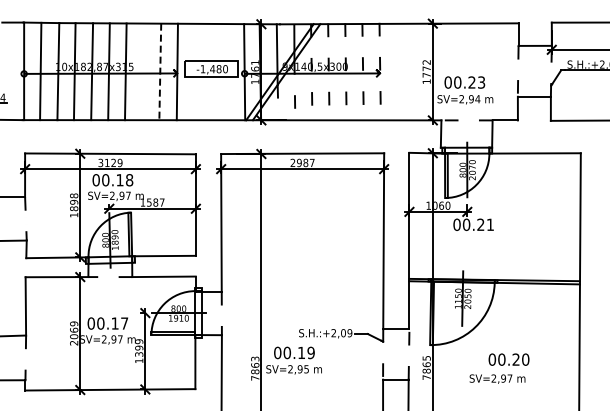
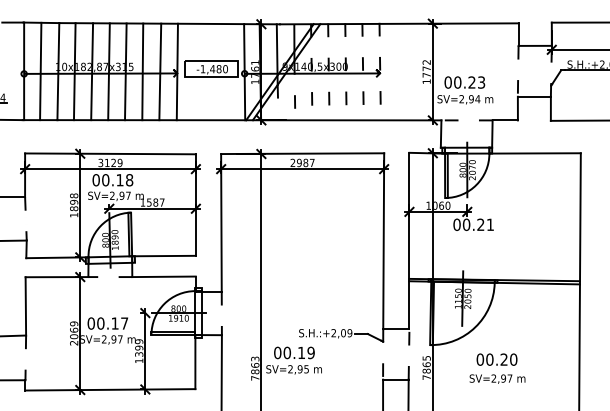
line at (142, 71): none -> present
line at (160, 72): dashed -> solid
text at (508, 359) position: (508, 359) -> (496, 359)
